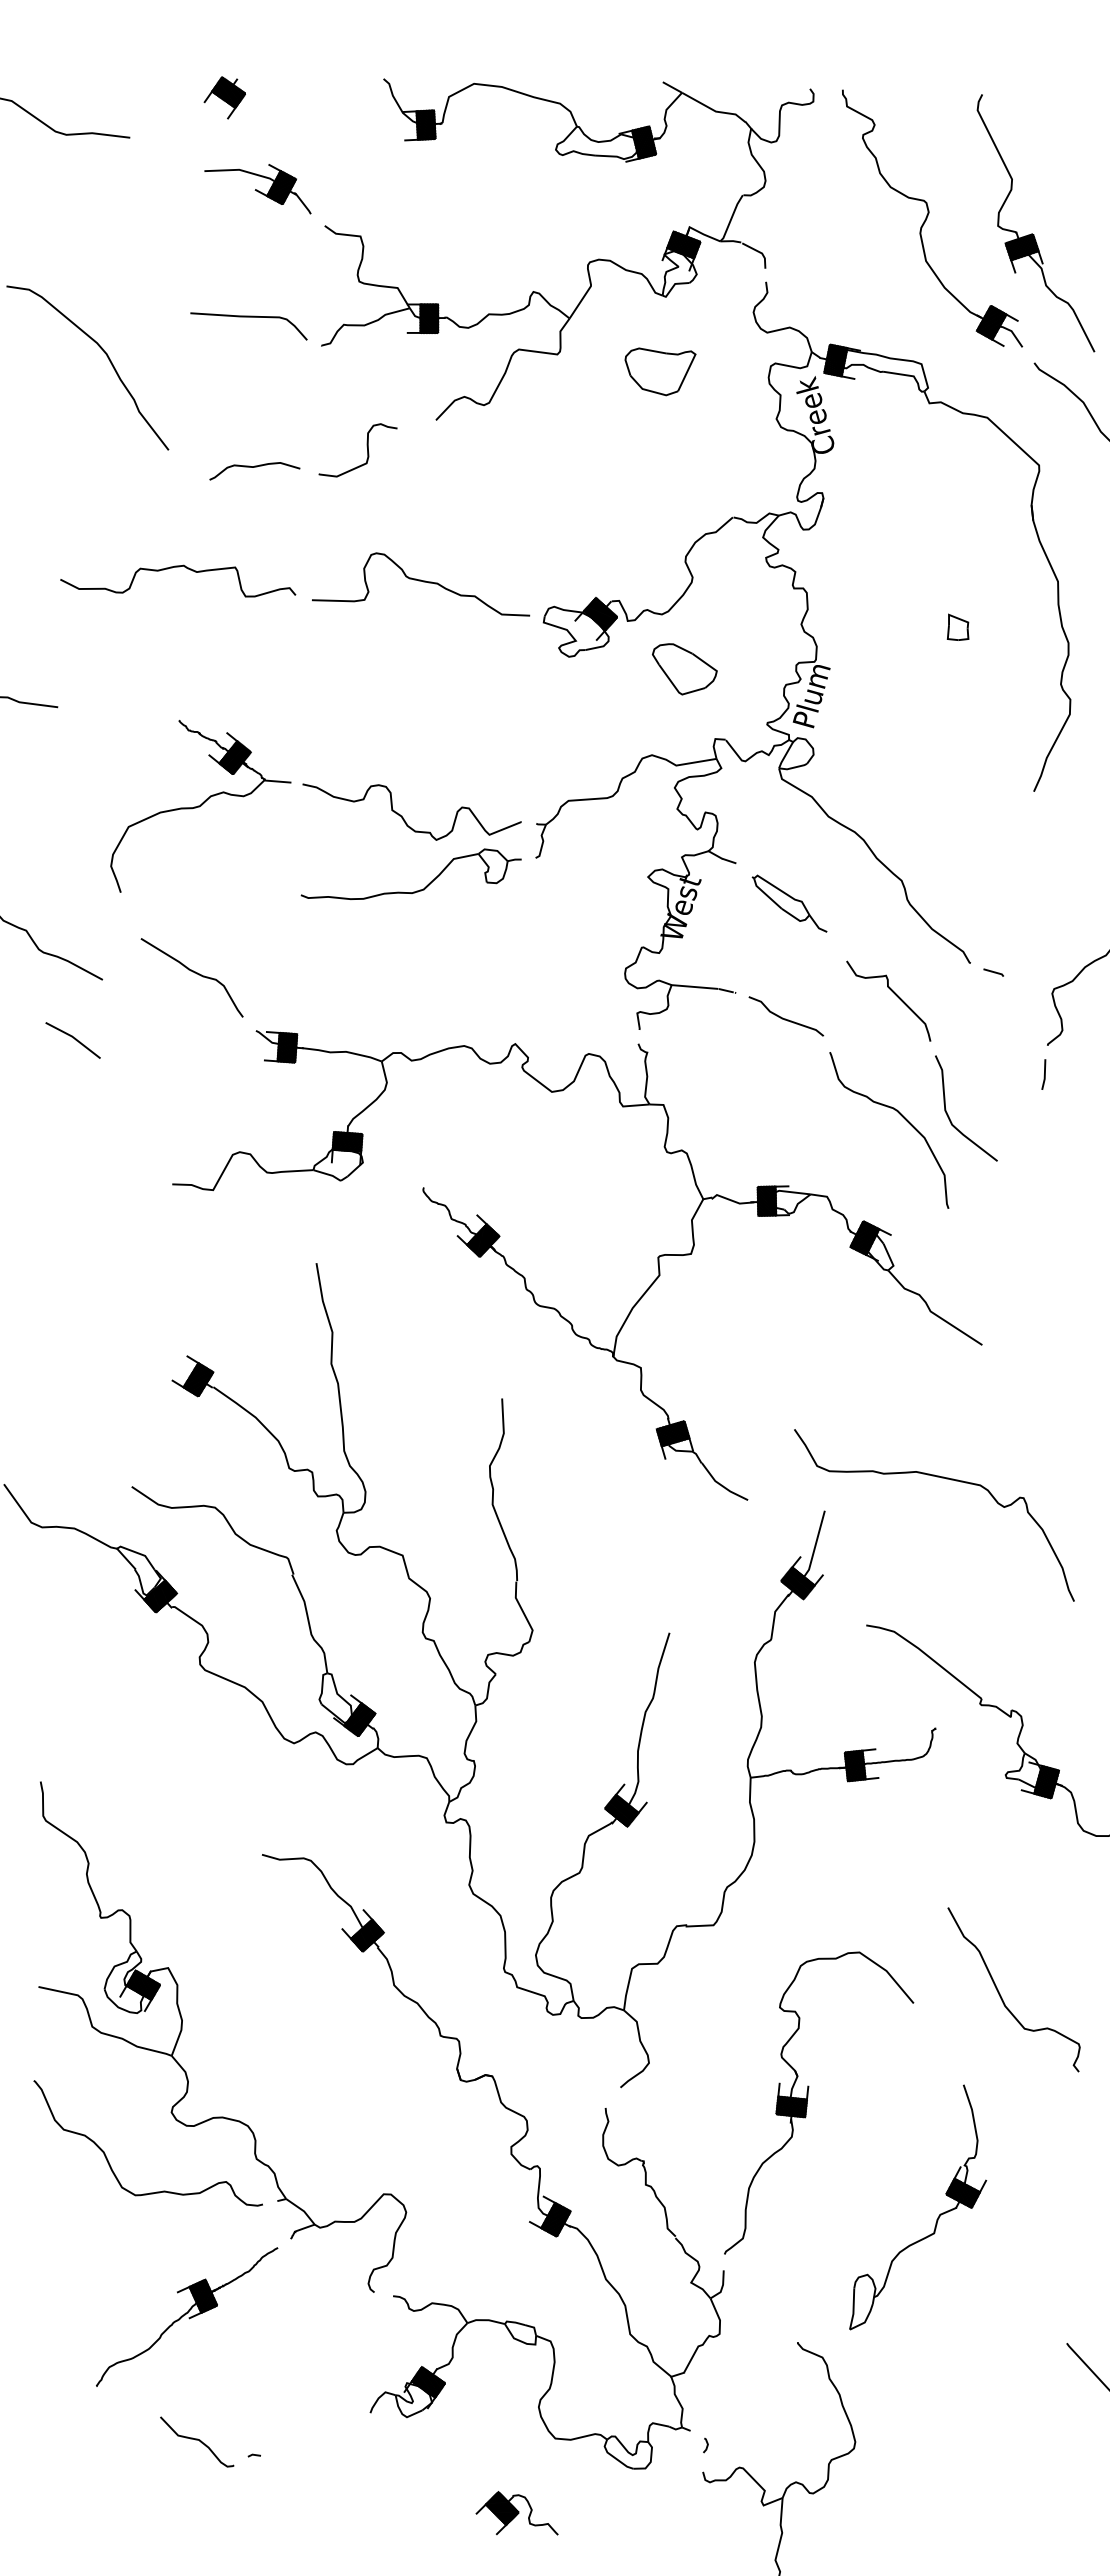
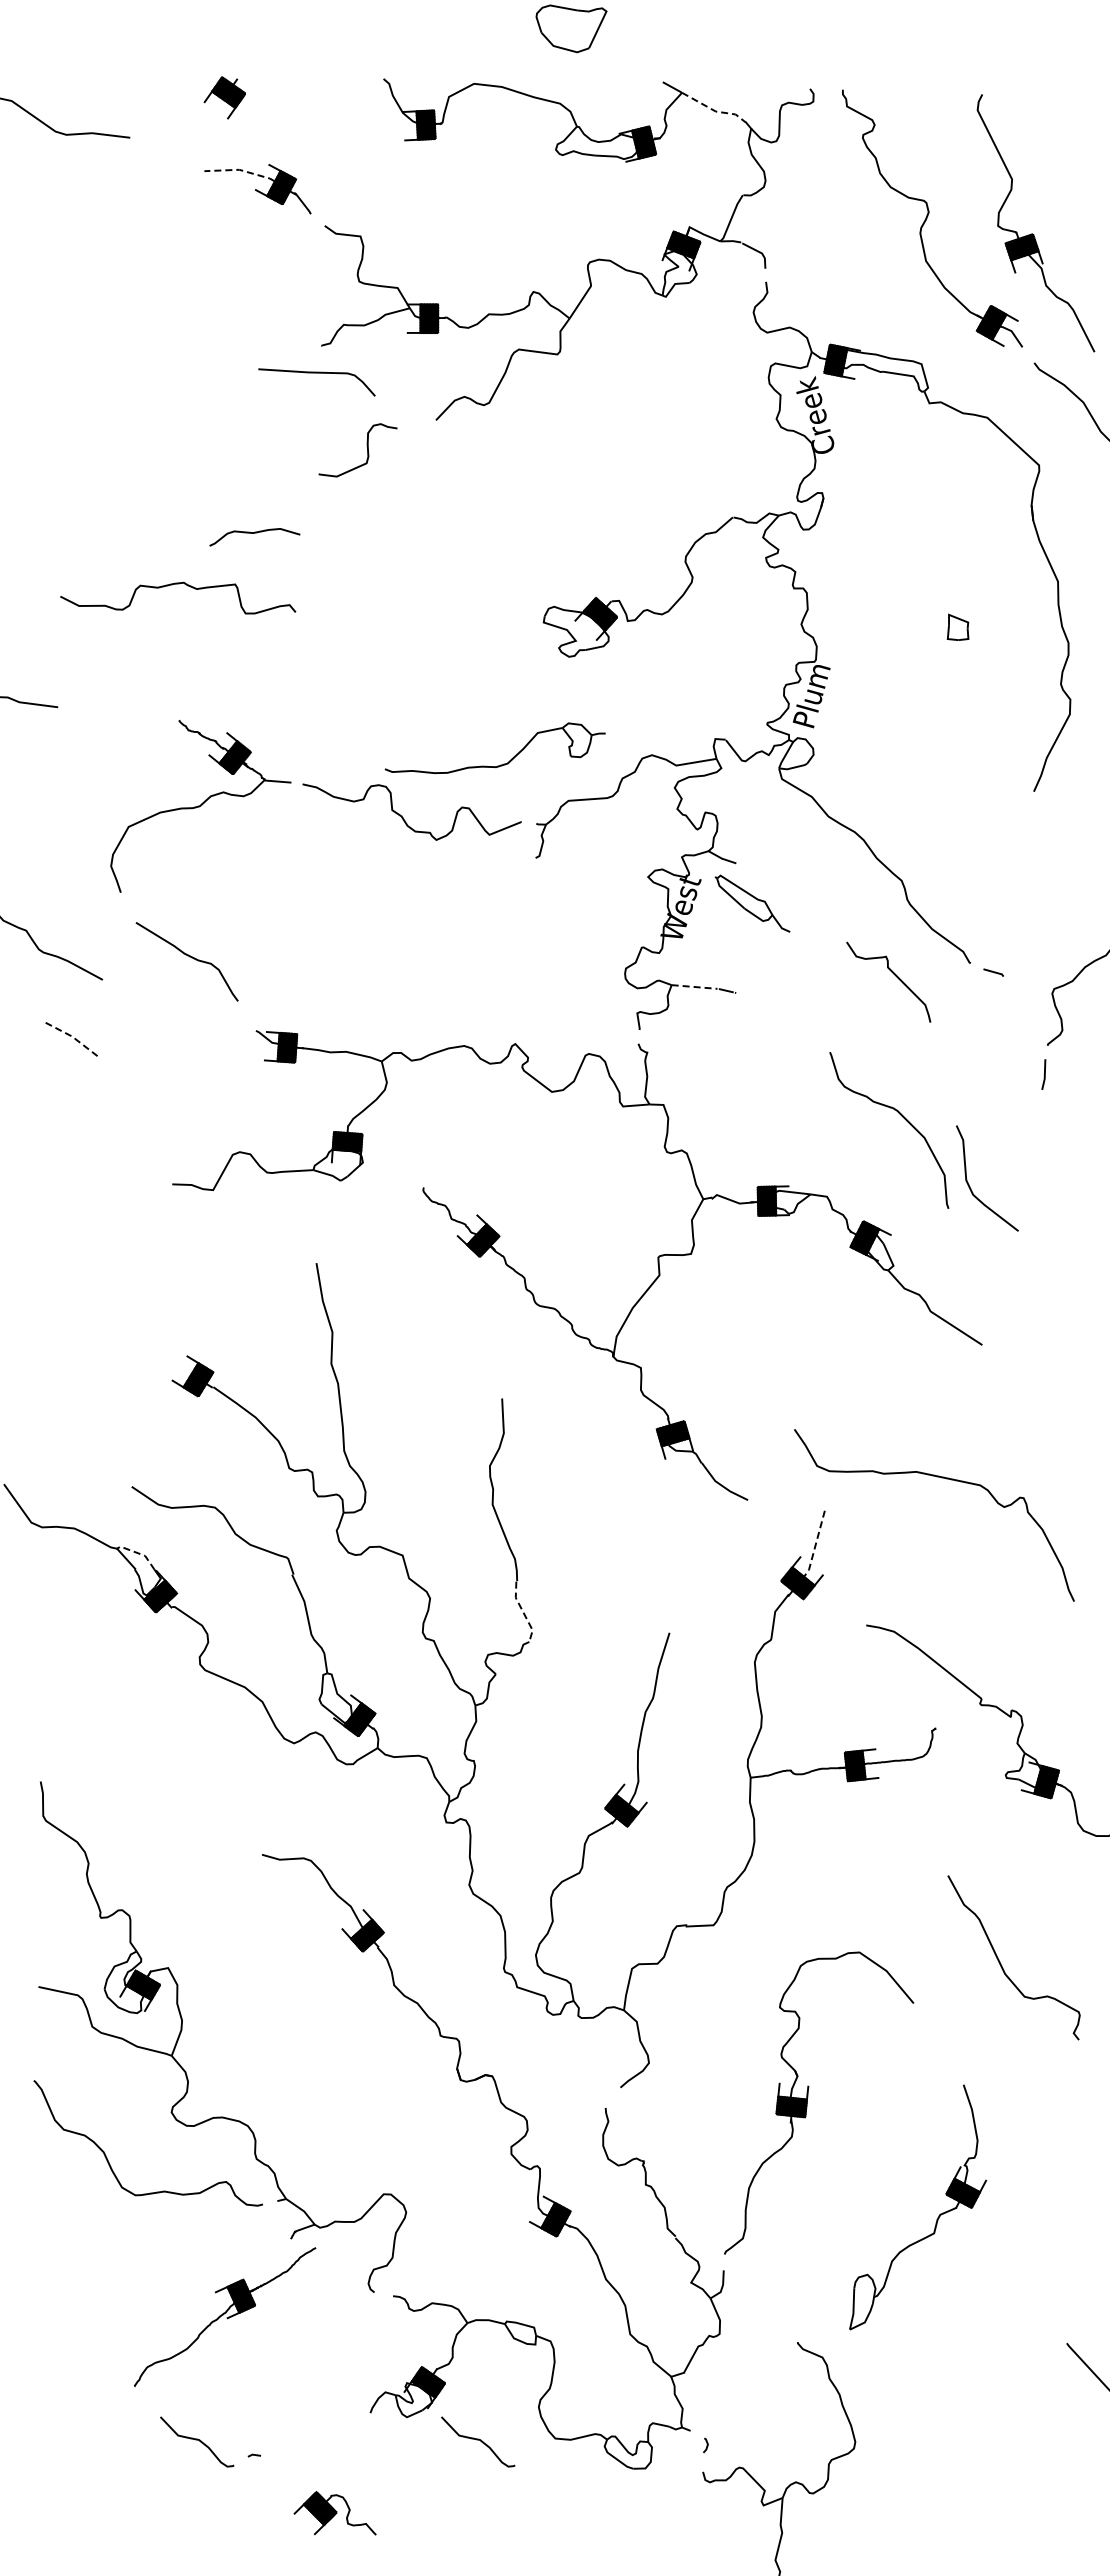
line at (714, 110): solid -> dashed
line at (240, 170): solid -> dashed
curve at (248, 317) position: (248, 317) -> (316, 373)
curve at (106, 356): present -> none
part at (660, 371) position: (660, 371) -> (571, 28)
curve at (254, 467) position: (254, 467) -> (254, 533)
curve at (178, 567) position: (178, 567) -> (178, 584)
curve at (423, 582): present -> none
part at (684, 669): present -> none
part at (416, 890) position: (416, 890) -> (500, 764)
part at (789, 903) position: (789, 903) -> (752, 903)
curve at (194, 973) position: (194, 973) -> (189, 957)
line at (694, 987): solid -> dashed
curve at (894, 994) position: (894, 994) -> (894, 975)
curve at (785, 1018): present -> none
line at (74, 1038): solid -> dashed
curve at (949, 1116) position: (949, 1116) -> (970, 1186)
line at (815, 1545): solid -> dashed
line at (138, 1553): solid -> dashed
line at (523, 1612): solid -> dashed
curve at (1001, 1995) position: (1001, 1995) -> (1001, 1963)
part at (187, 2316) position: (187, 2316) -> (225, 2316)
curve at (478, 2440): none -> present
part at (516, 2513) position: (516, 2513) -> (334, 2513)
